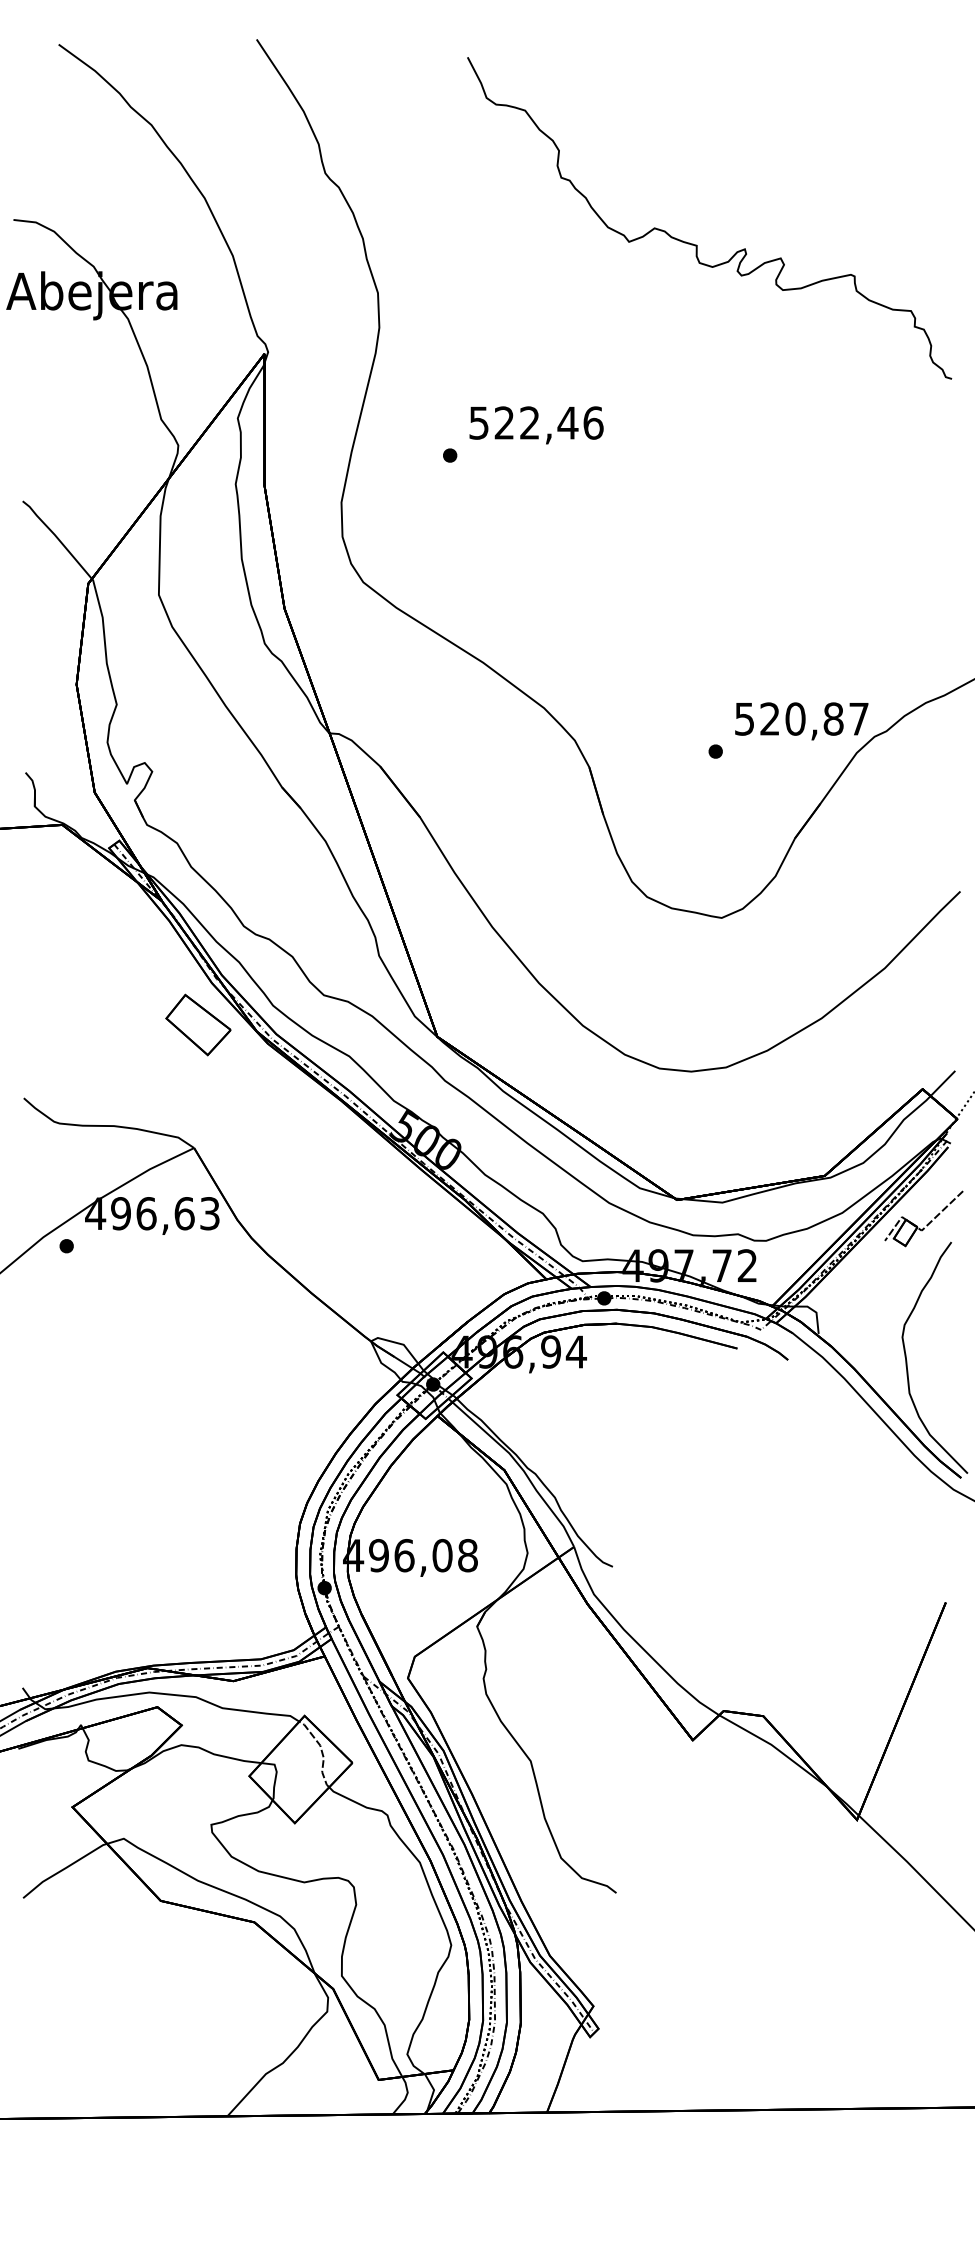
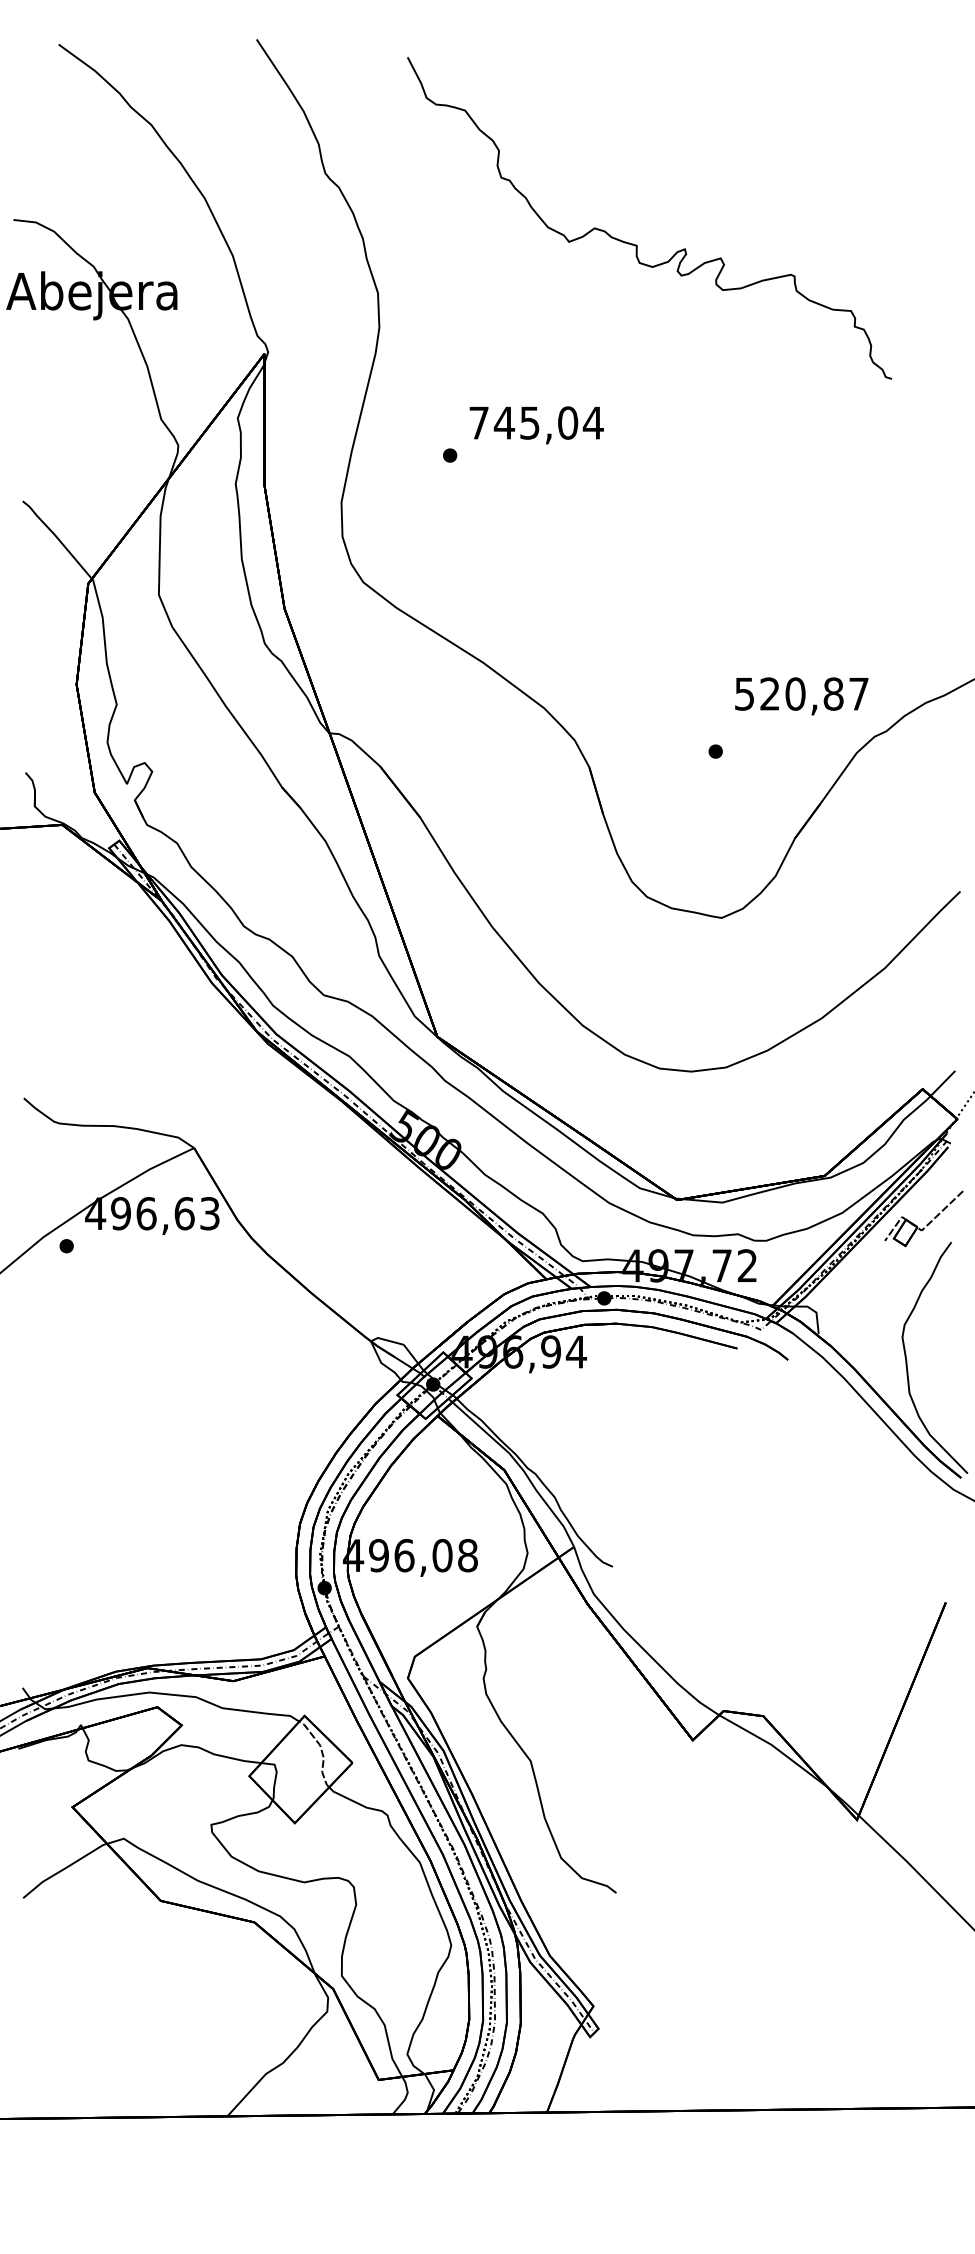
curve at (696, 244) position: (696, 244) -> (636, 244)
text at (536, 422): 522,46 -> 745,04
text at (801, 721) position: (801, 721) -> (801, 696)
part at (198, 1024): present -> none
